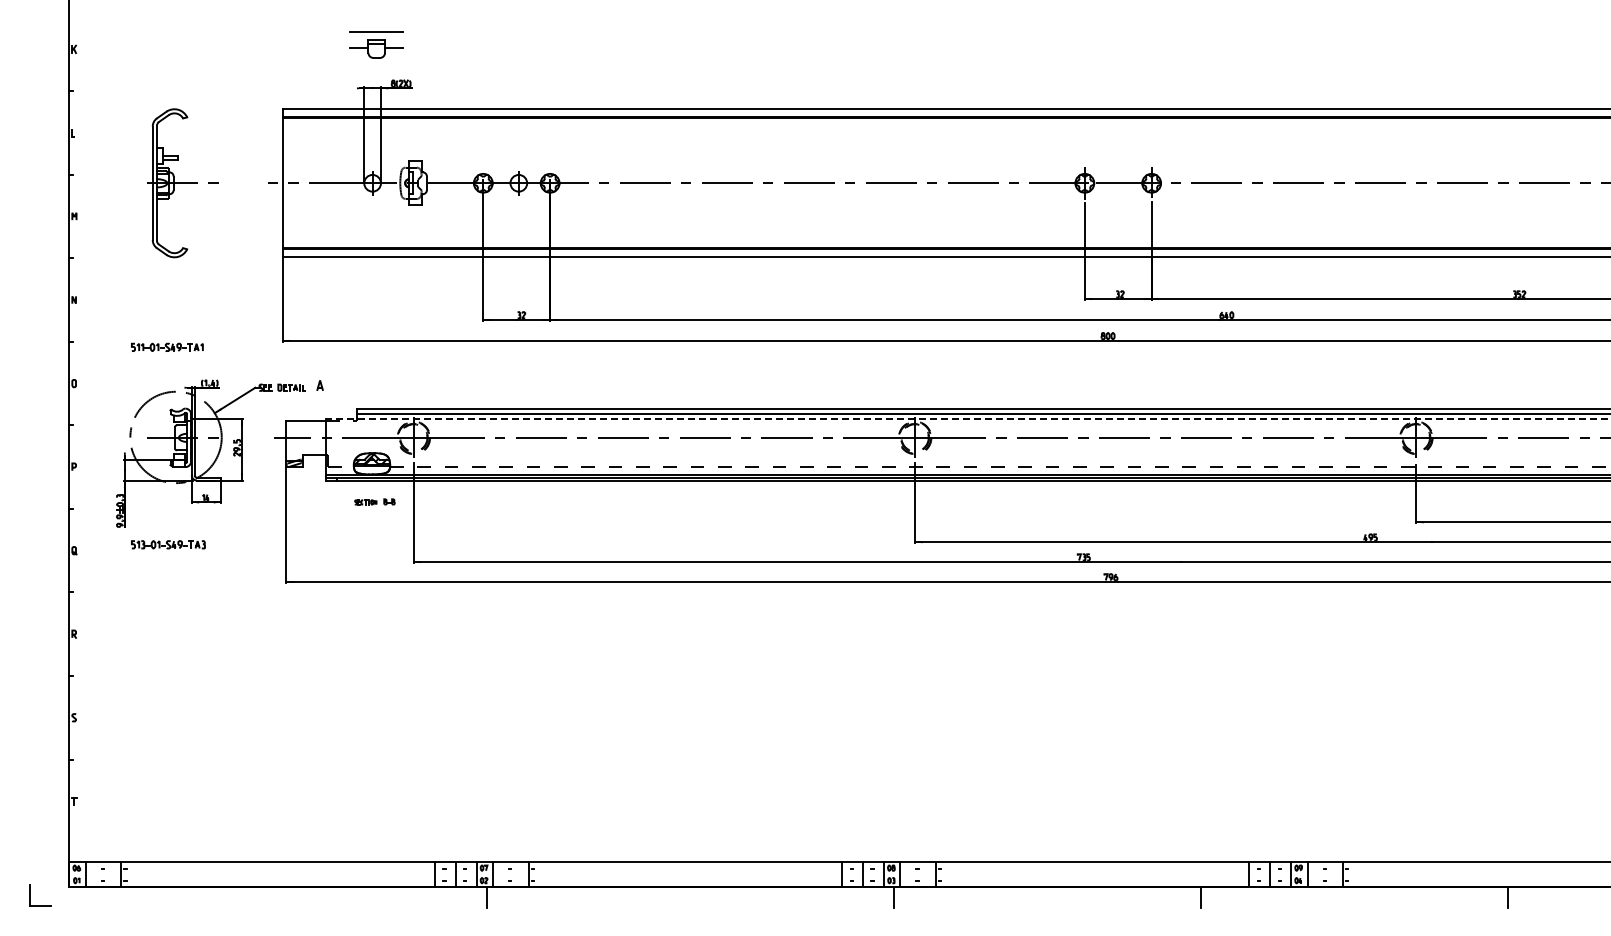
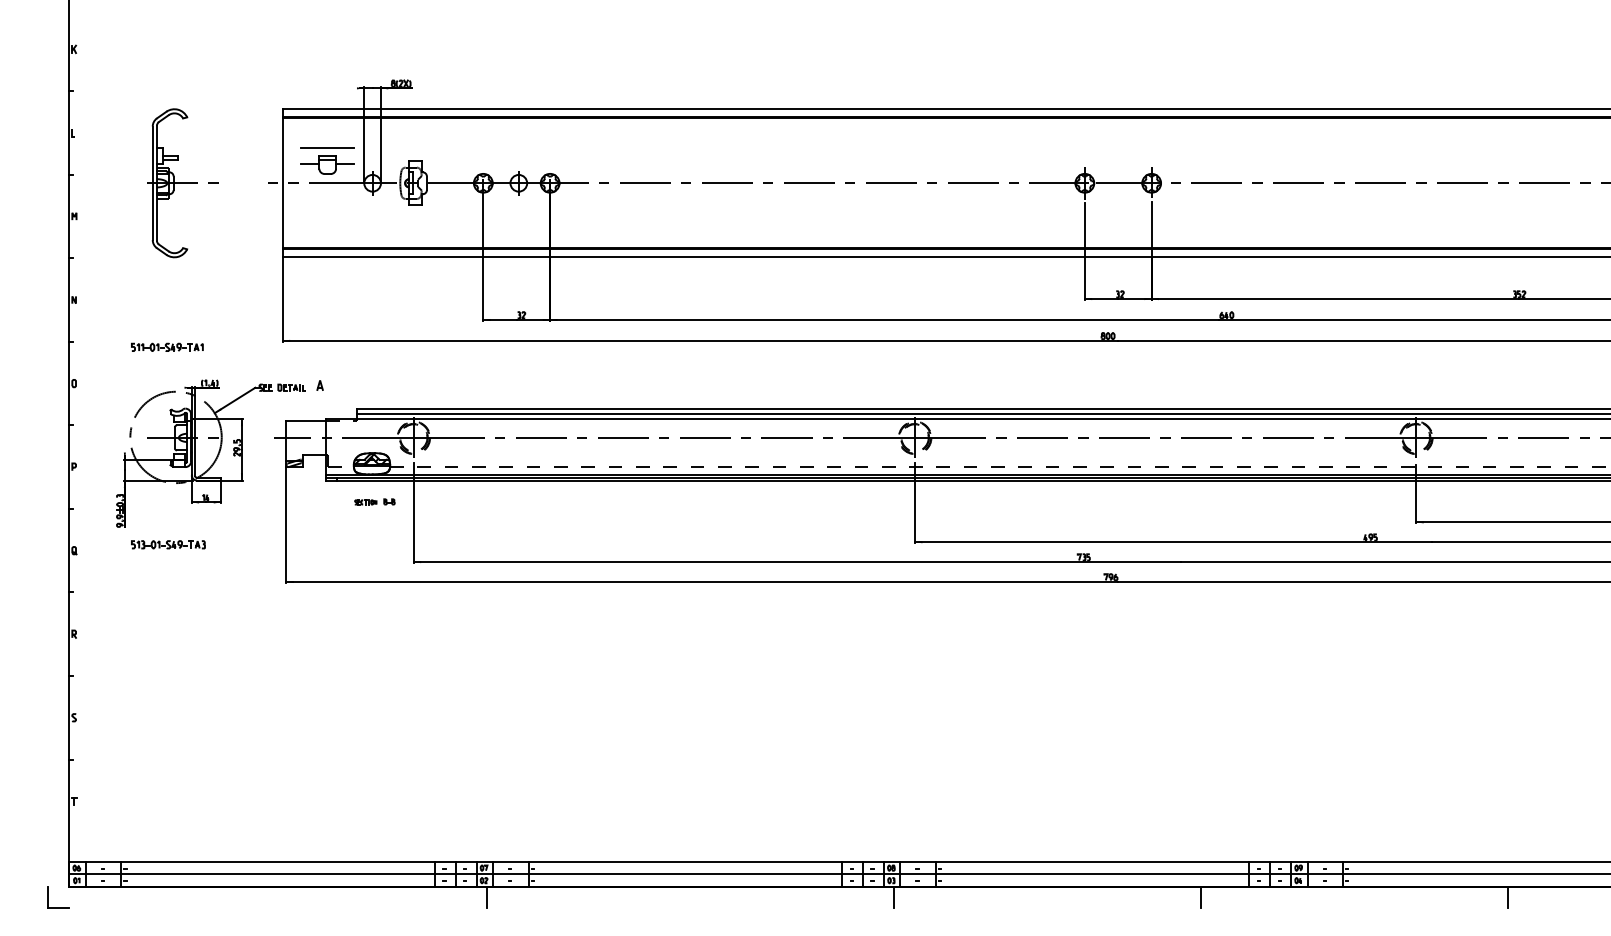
part at (376, 44) position: (376, 44) -> (327, 160)
line at (968, 418): dashed -> solid
line at (838, 874): none -> present
part at (30, 895) position: (30, 895) -> (48, 897)
